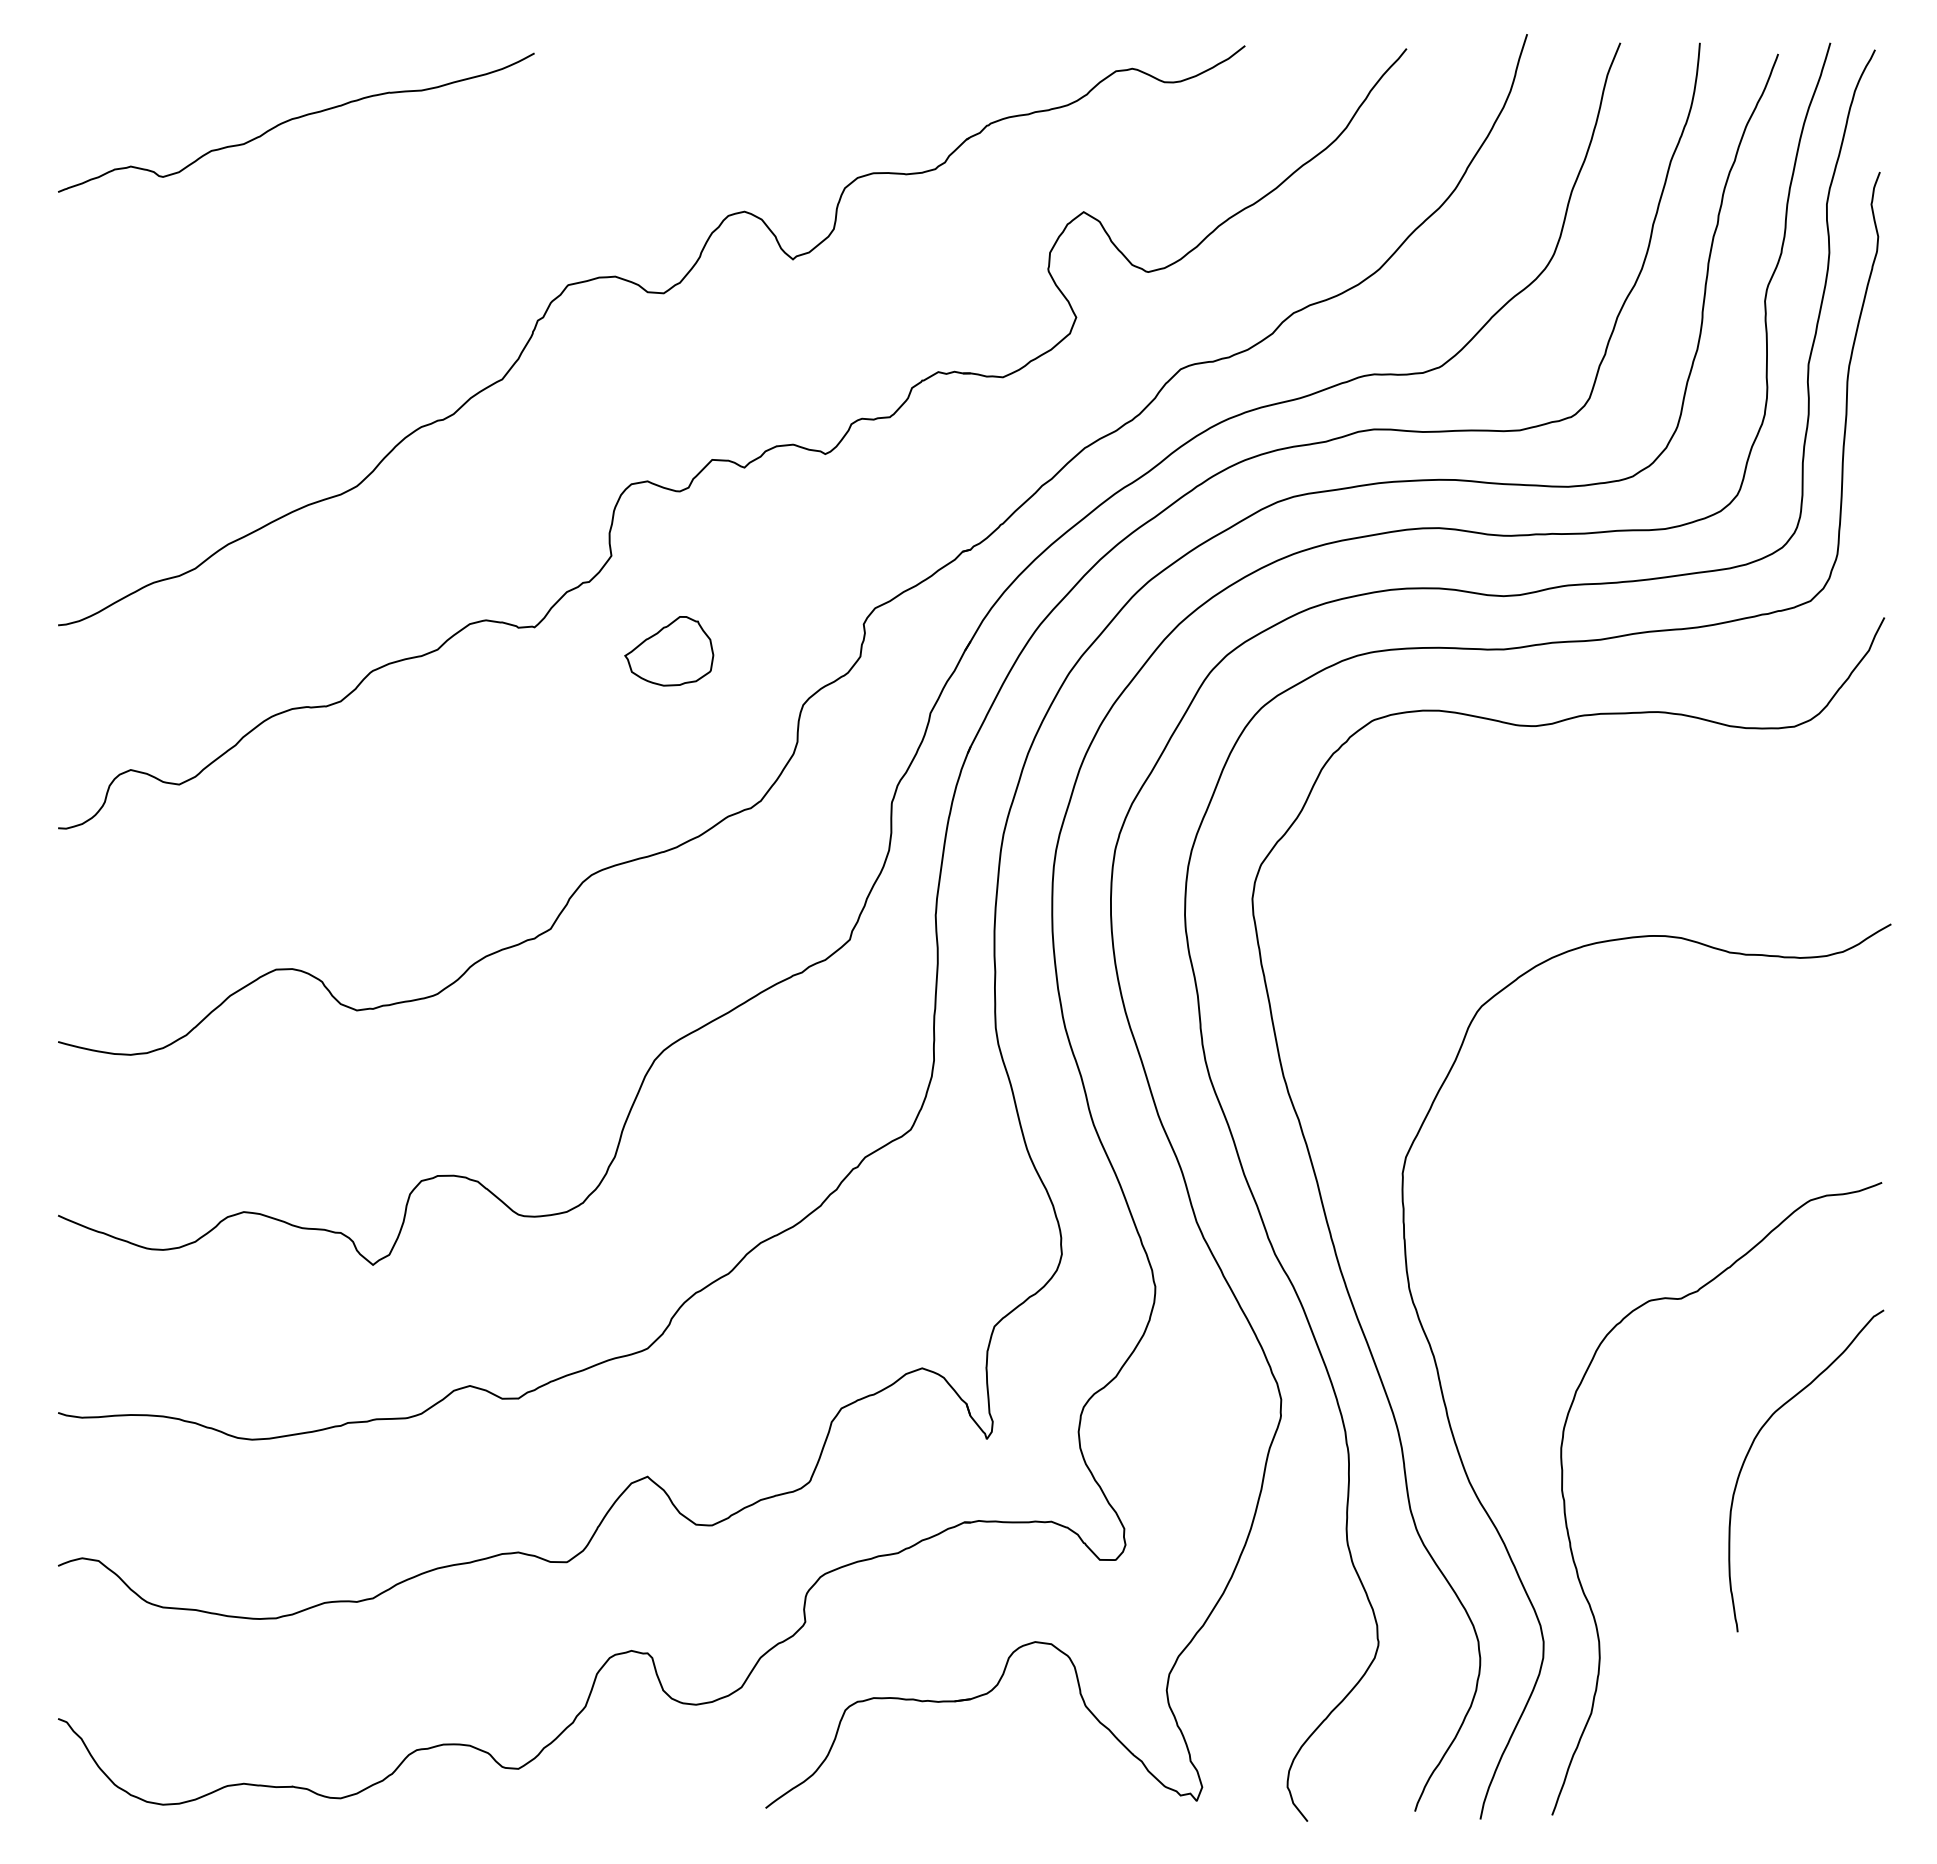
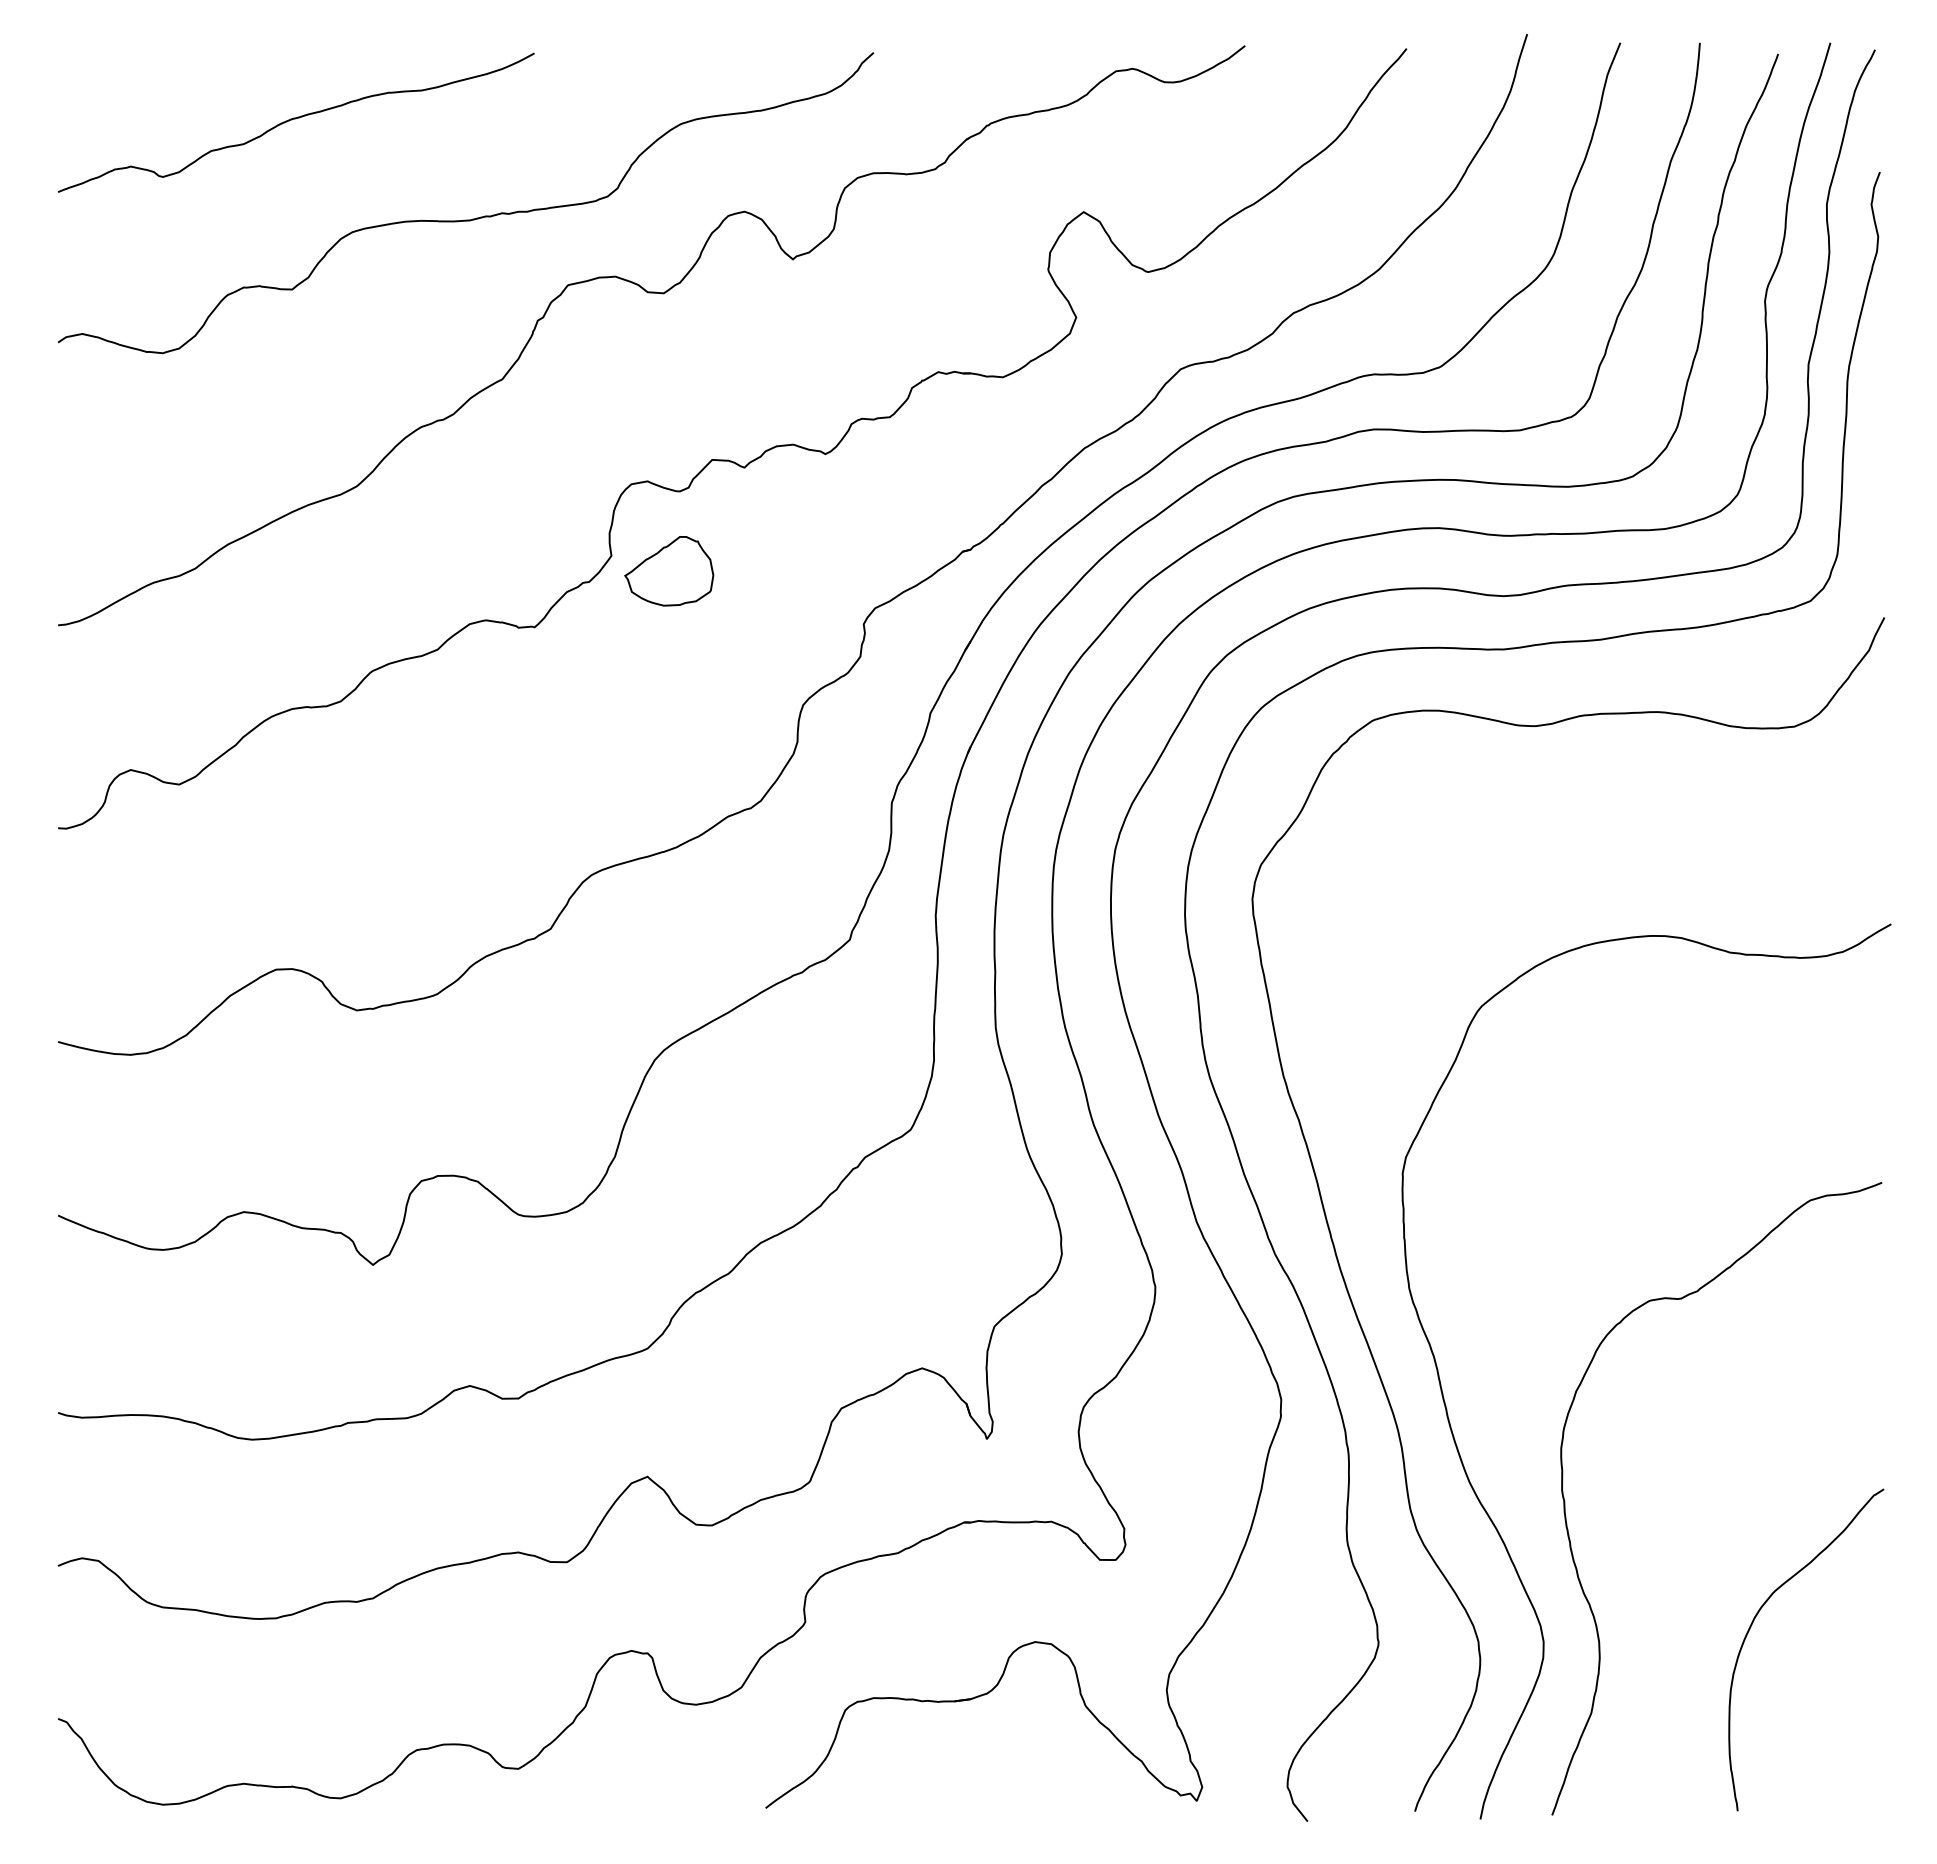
curve at (465, 219): none -> present
part at (669, 651) position: (669, 651) -> (669, 571)
curve at (1752, 1446) position: (1752, 1446) -> (1752, 1625)
